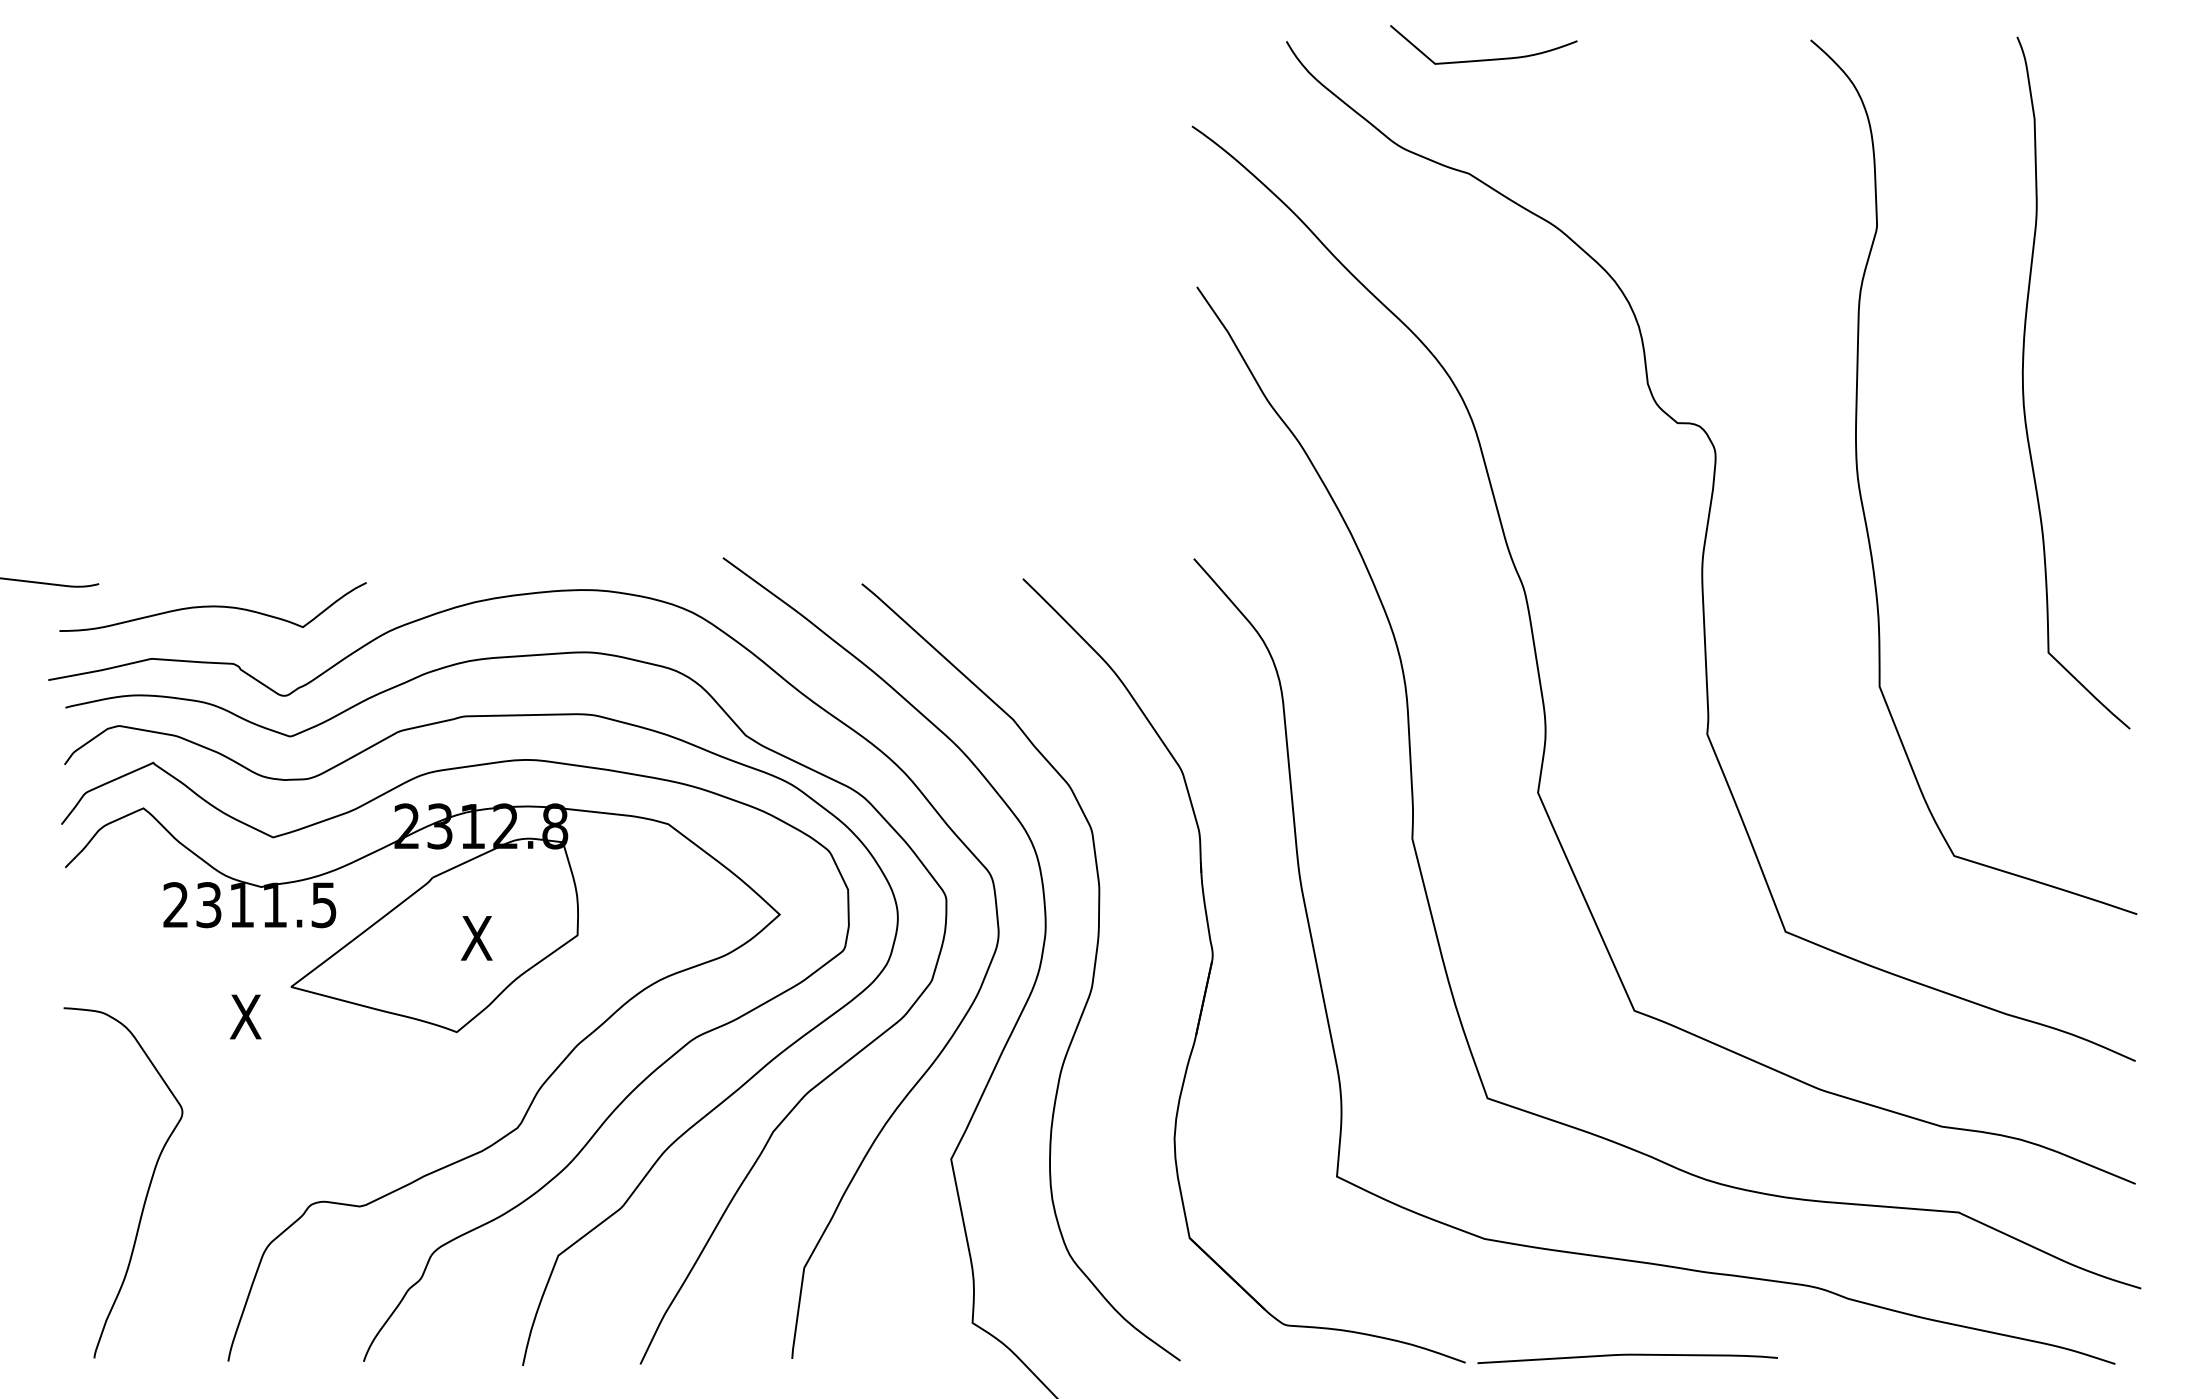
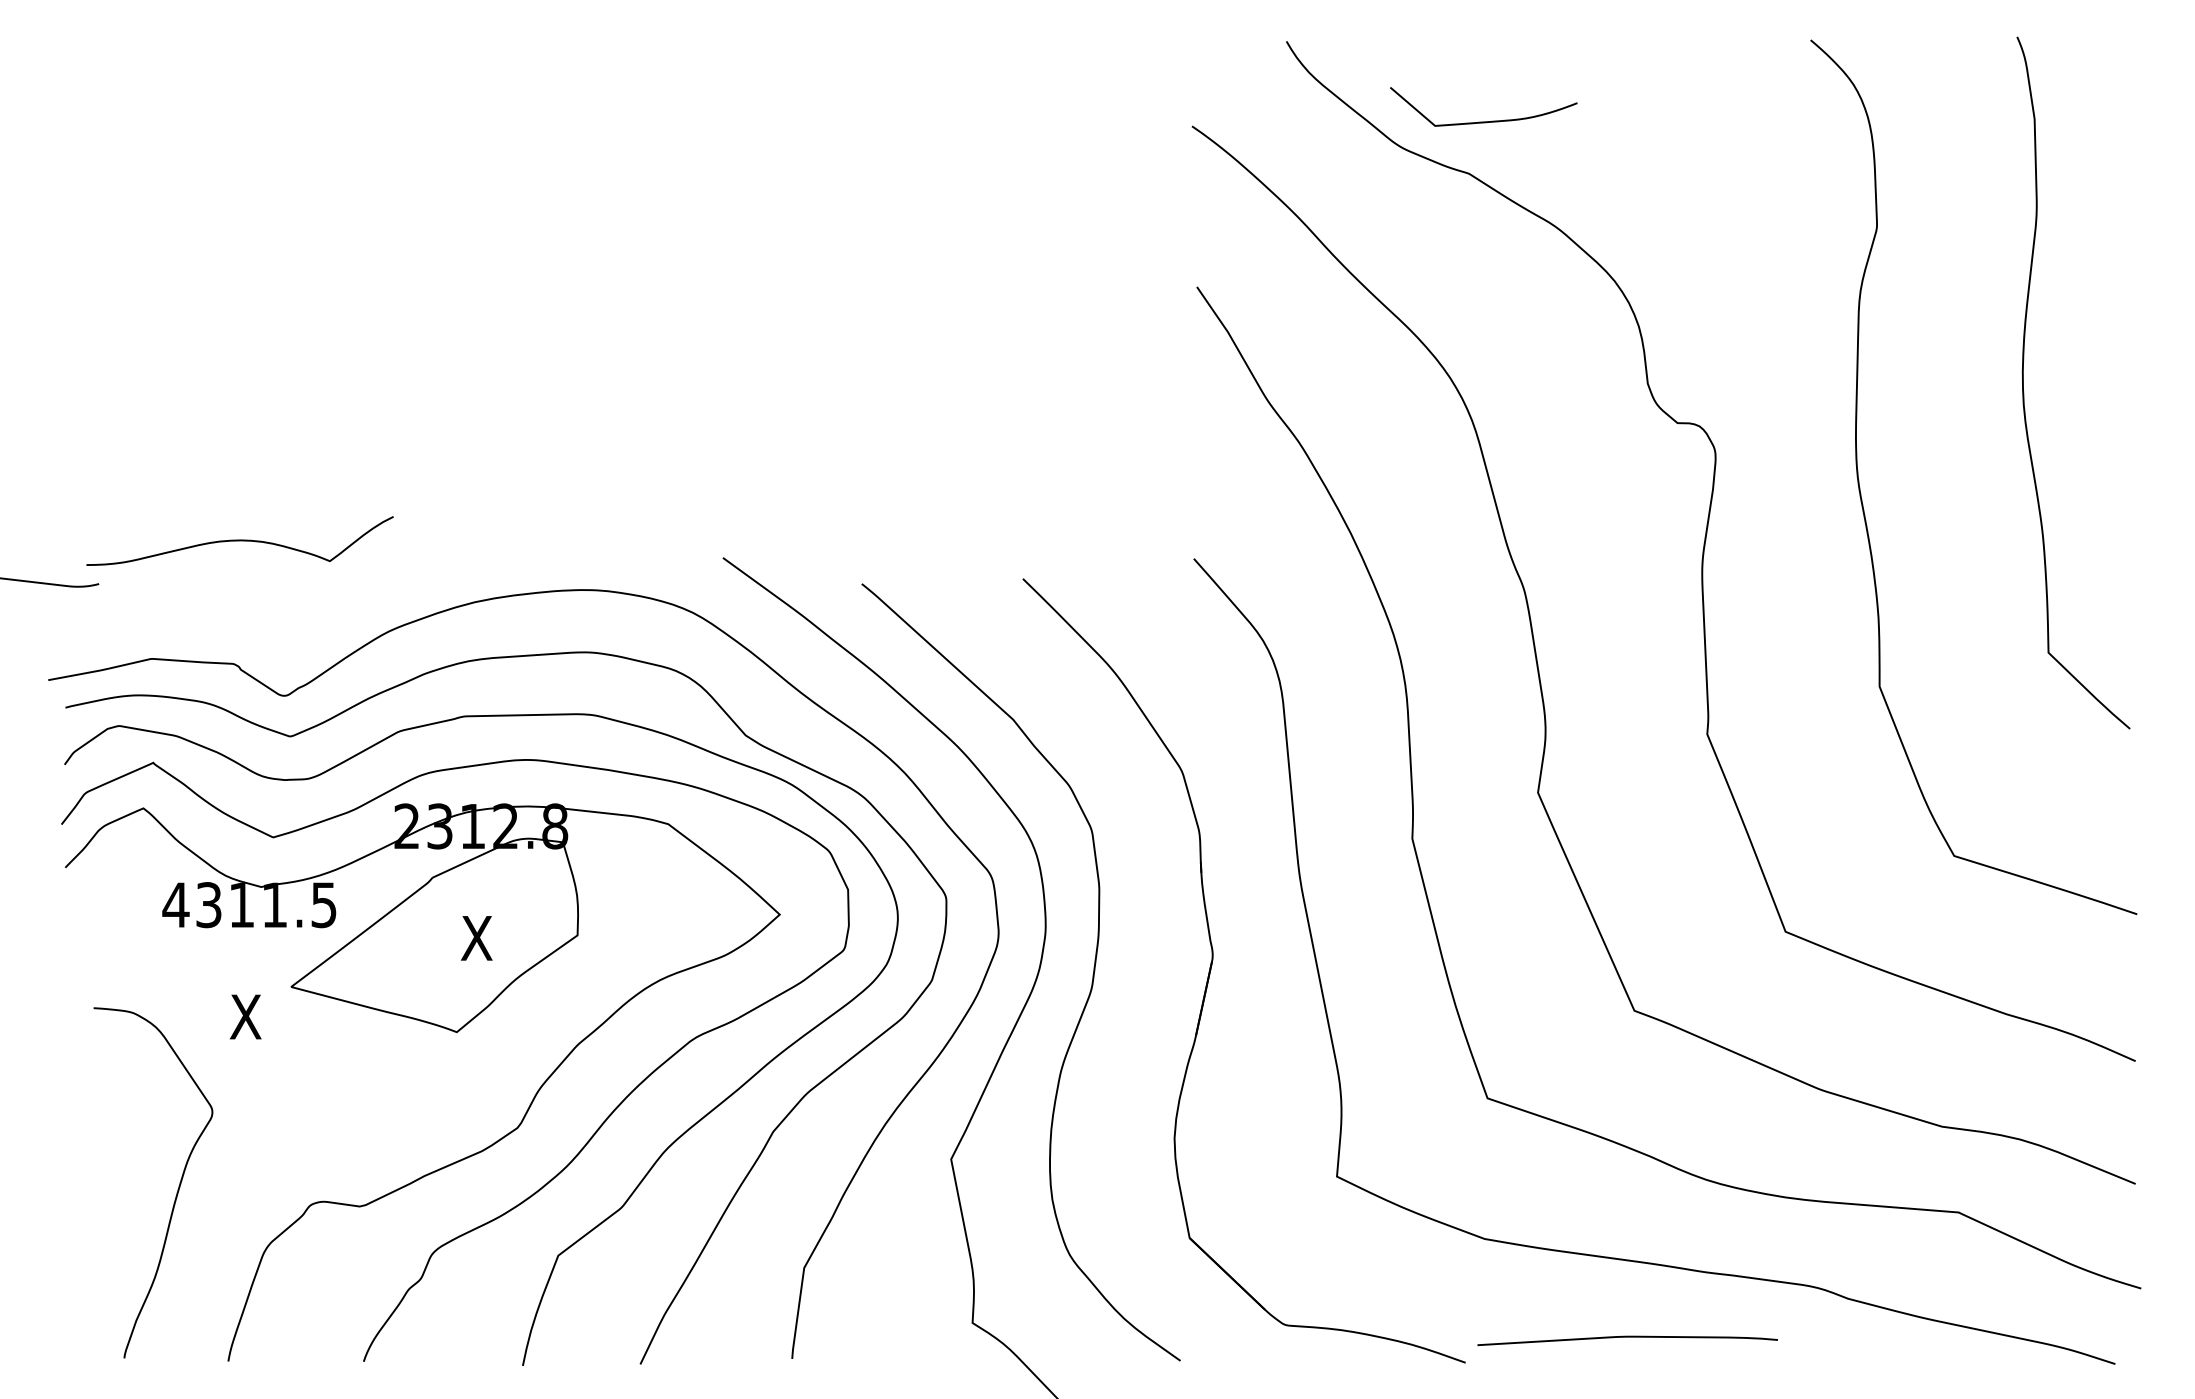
curve at (1483, 59) position: (1483, 59) -> (1483, 121)
curve at (212, 606) position: (212, 606) -> (239, 540)
text at (175, 904): 2311.5 -> 4311.5
curve at (147, 1189) position: (147, 1189) -> (177, 1189)
curve at (1627, 1355) position: (1627, 1355) -> (1627, 1337)
